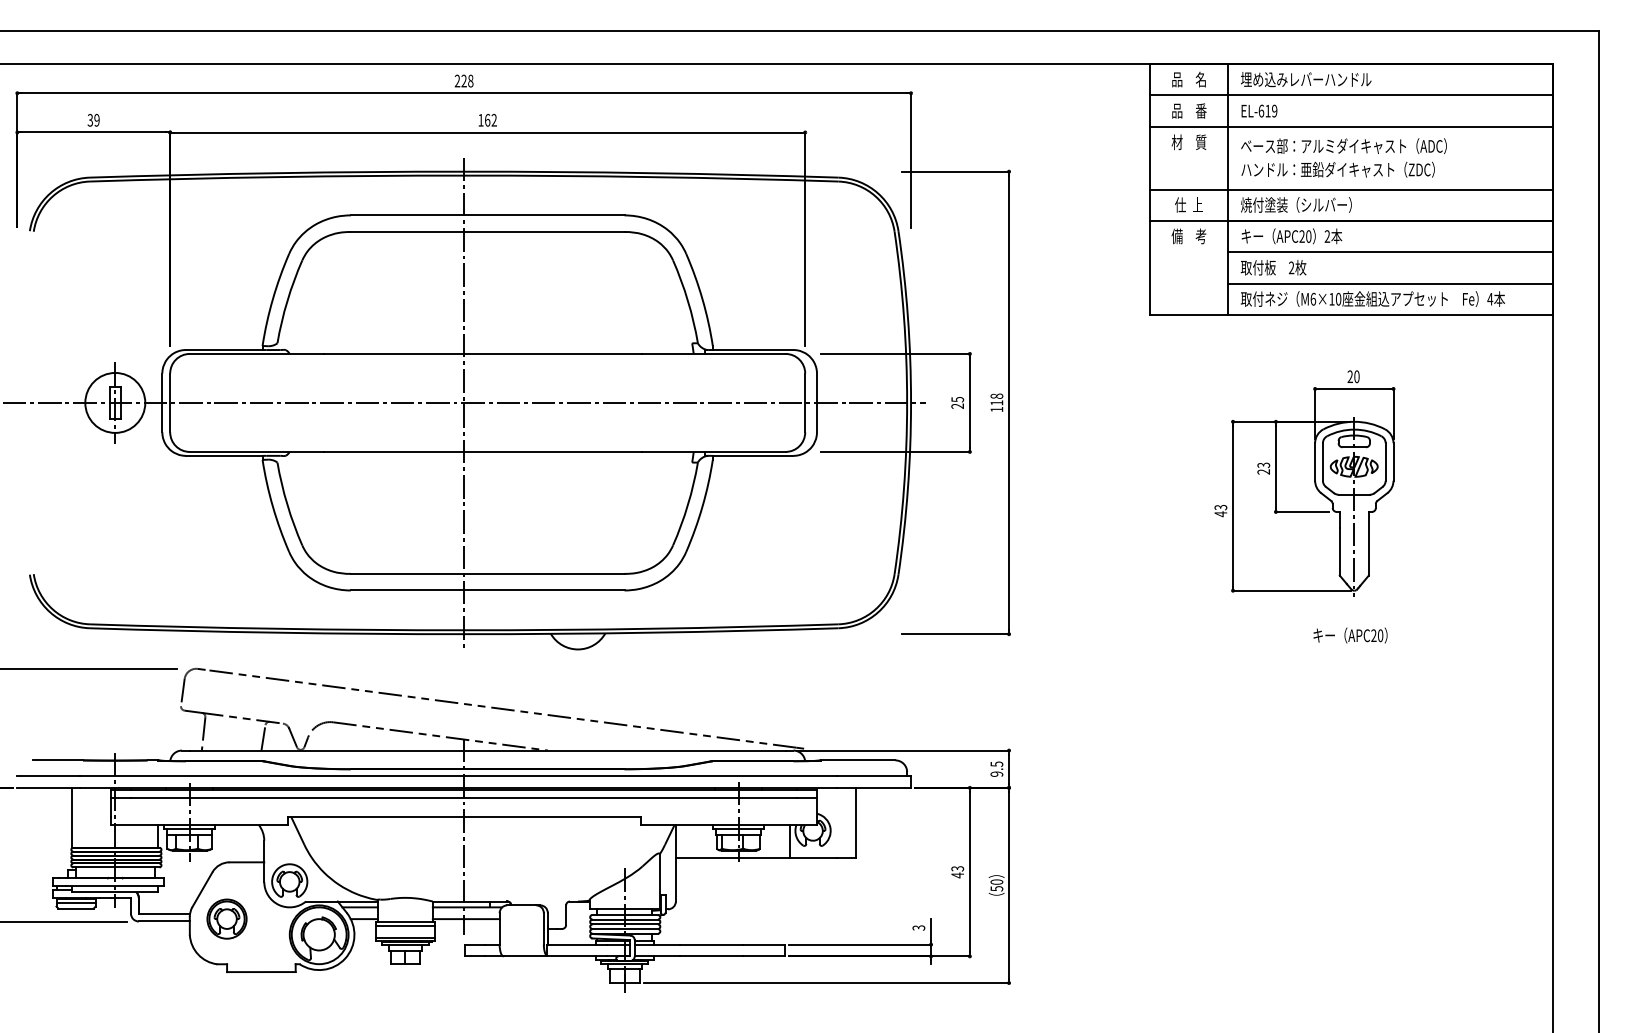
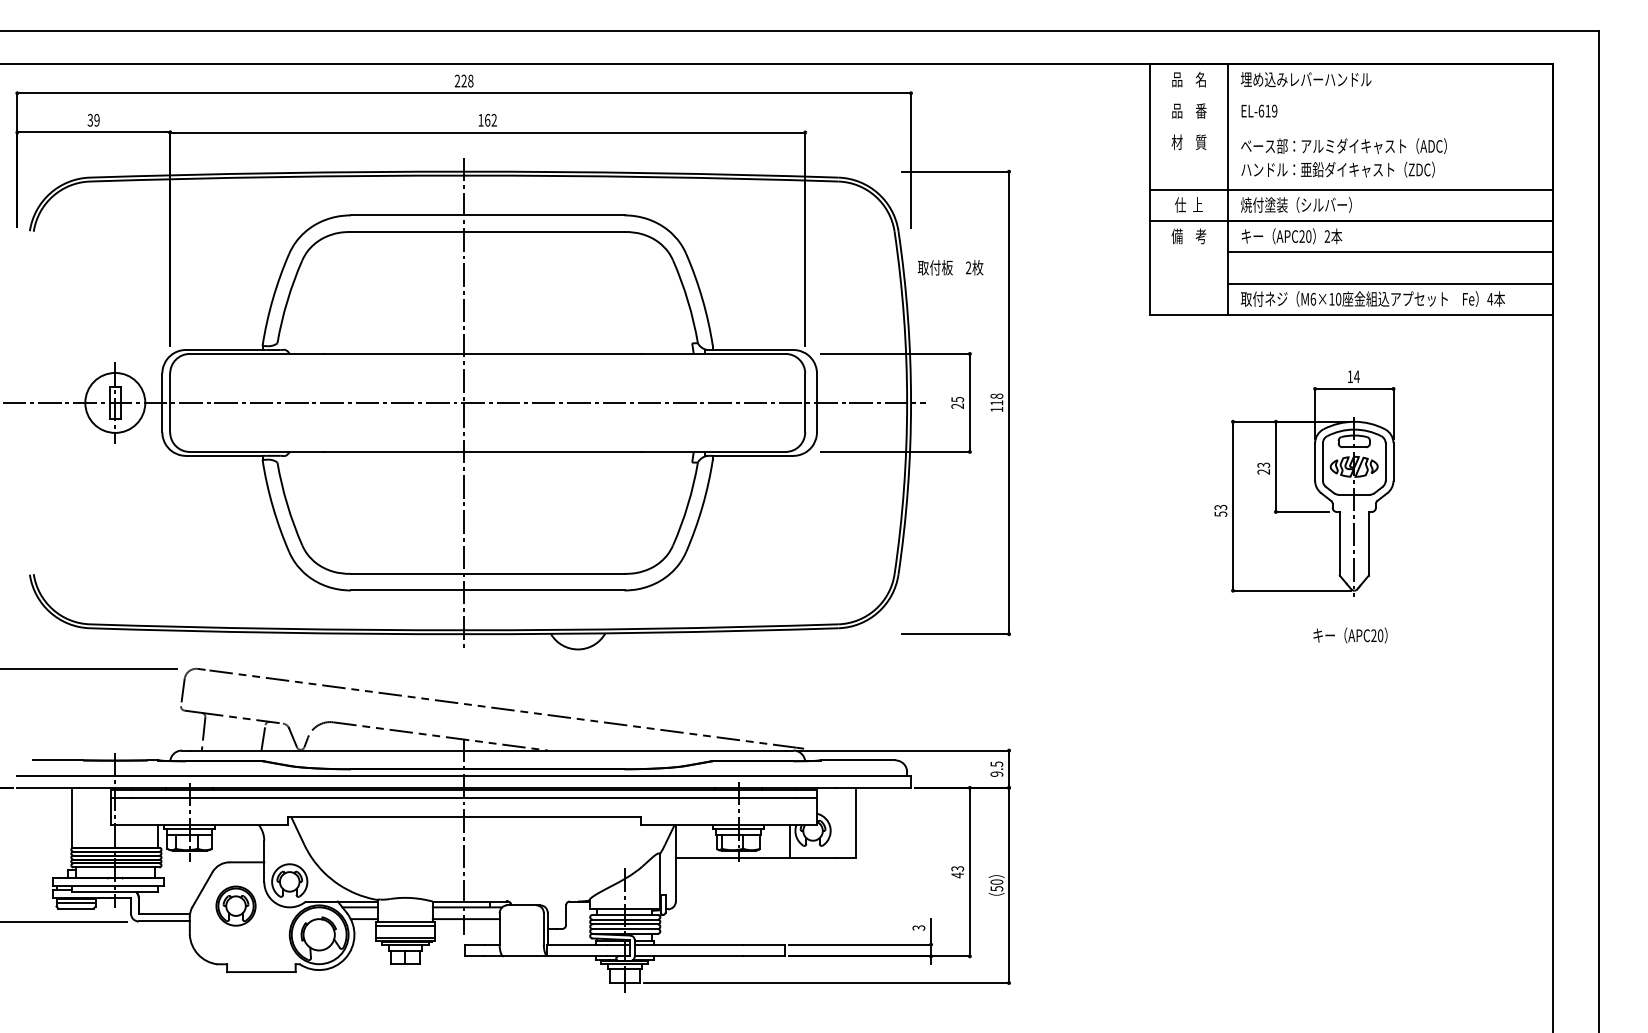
line at (1351, 95): present -> none
line at (1351, 126): present -> none
text at (1273, 267) position: (1273, 267) -> (950, 267)
text at (1353, 376): 20 -> 14
text at (1220, 514): 43 -> 53
part at (226, 918) position: (226, 918) -> (235, 905)
